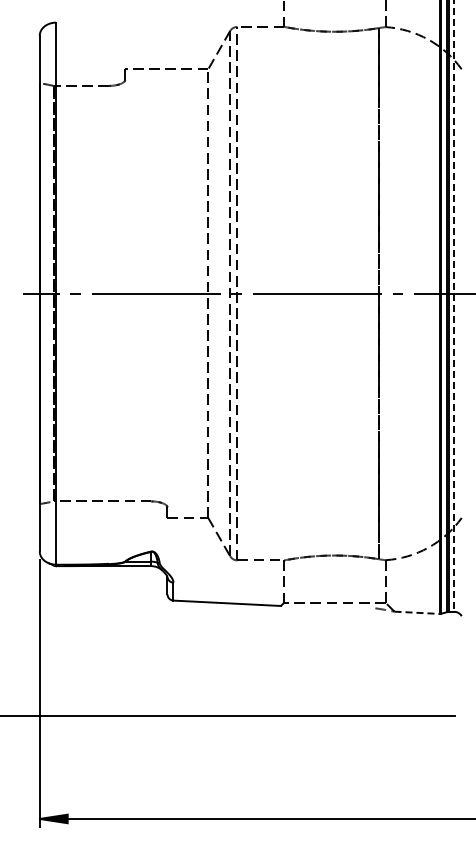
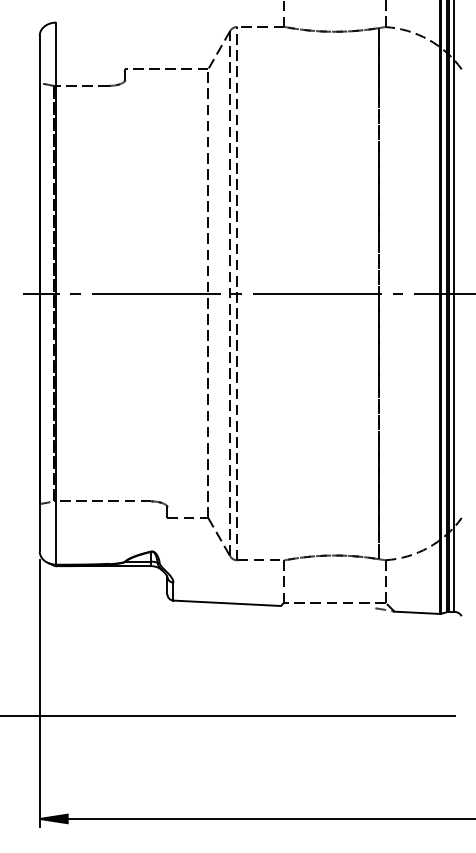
line at (454, 306): dashed -> solid
line at (417, 612): dashed -> solid
